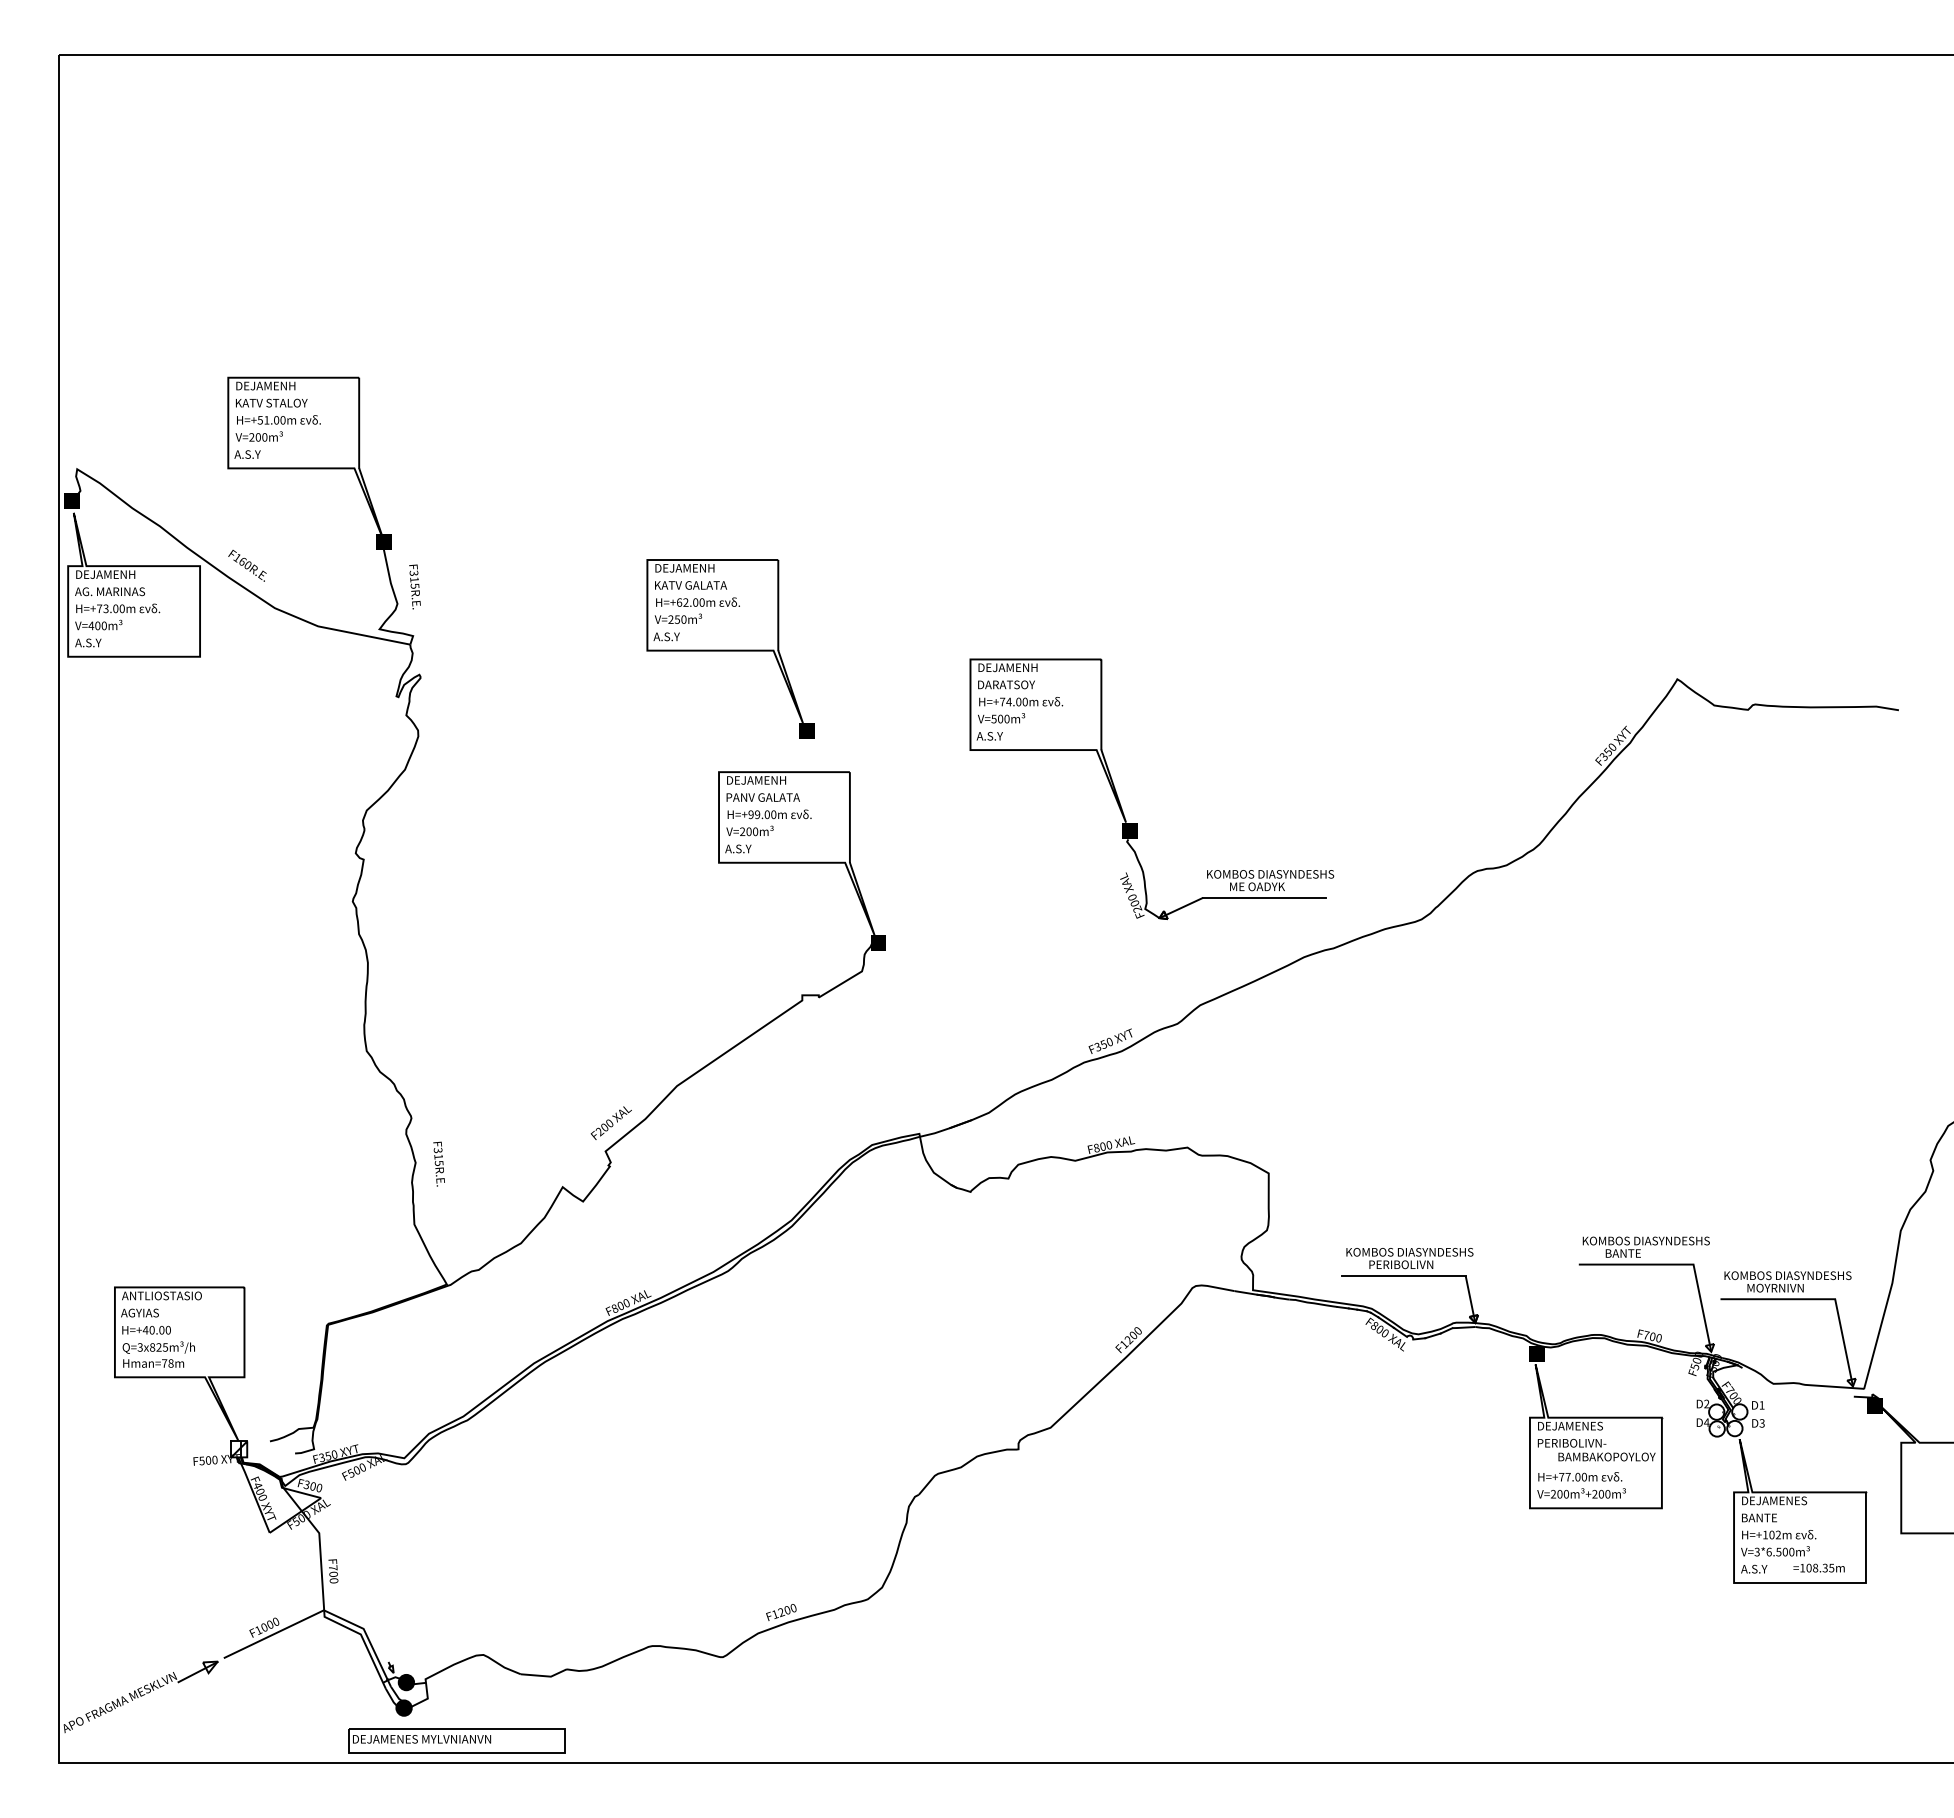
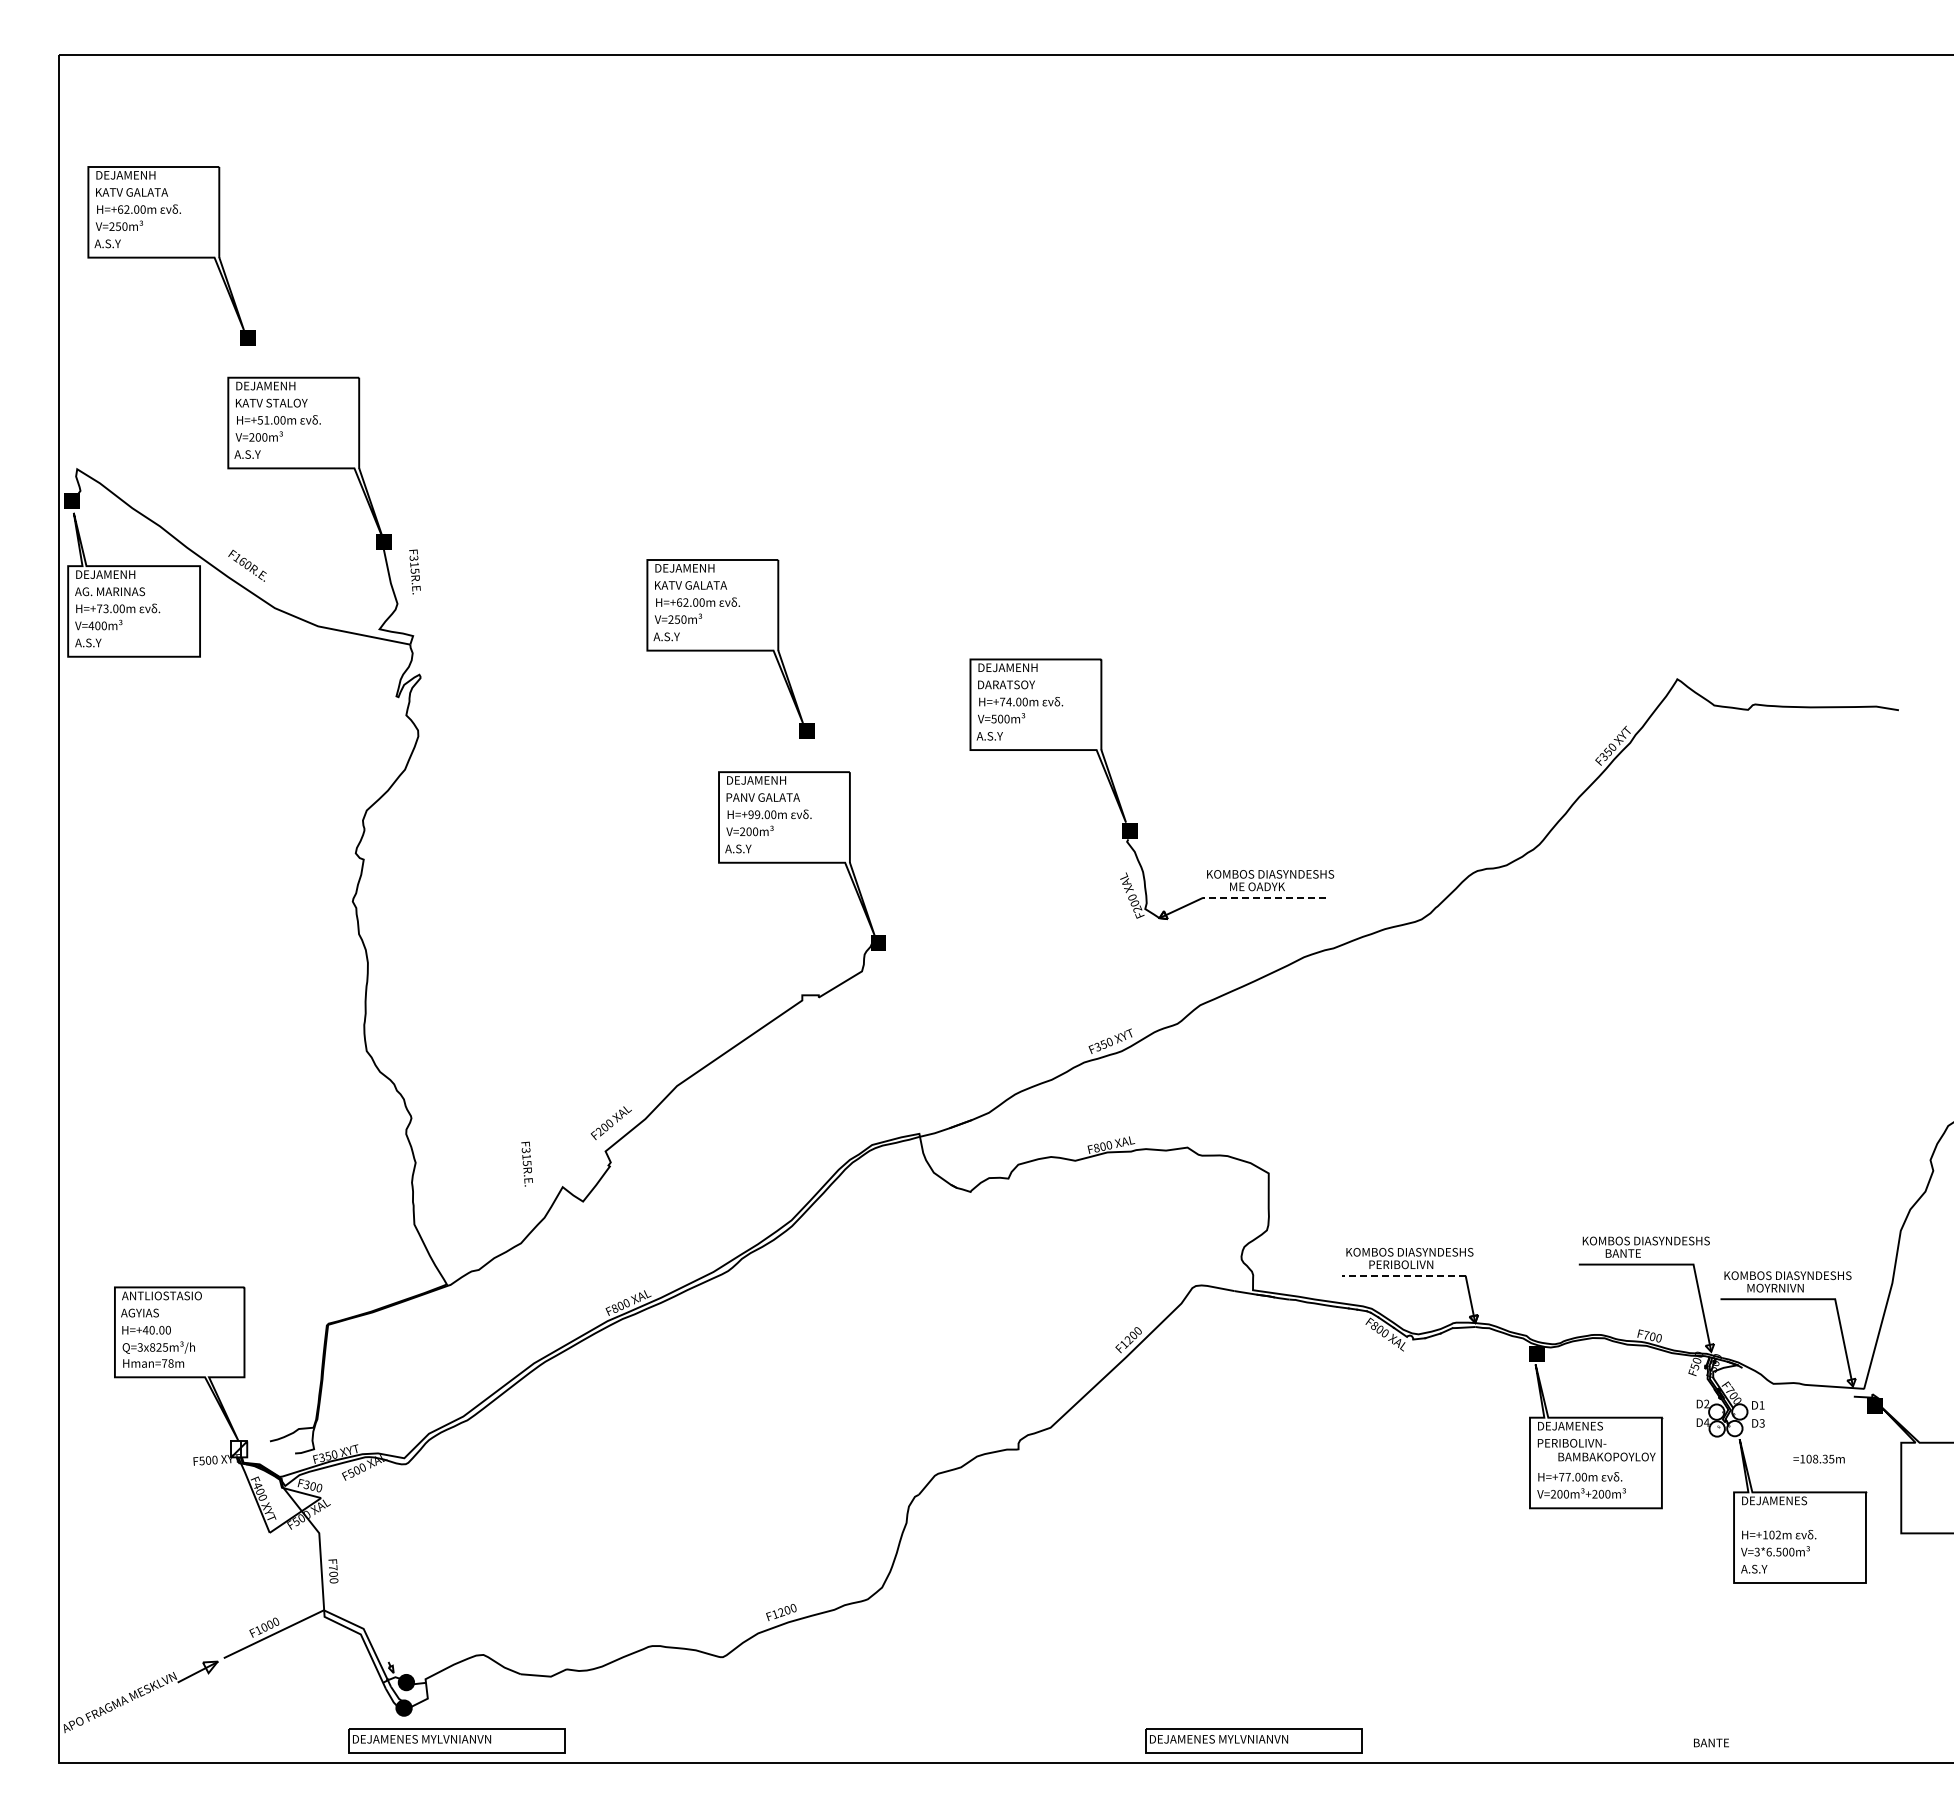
part at (171, 255): none -> present
text at (414, 586) position: (414, 586) -> (414, 571)
line at (1264, 897): solid -> dashed
text at (438, 1163) position: (438, 1163) -> (526, 1163)
line at (1404, 1275): solid -> dashed
text at (1759, 1517) position: (1759, 1517) -> (1711, 1742)
text at (1818, 1567) position: (1818, 1567) -> (1818, 1458)
part at (1253, 1740): none -> present
